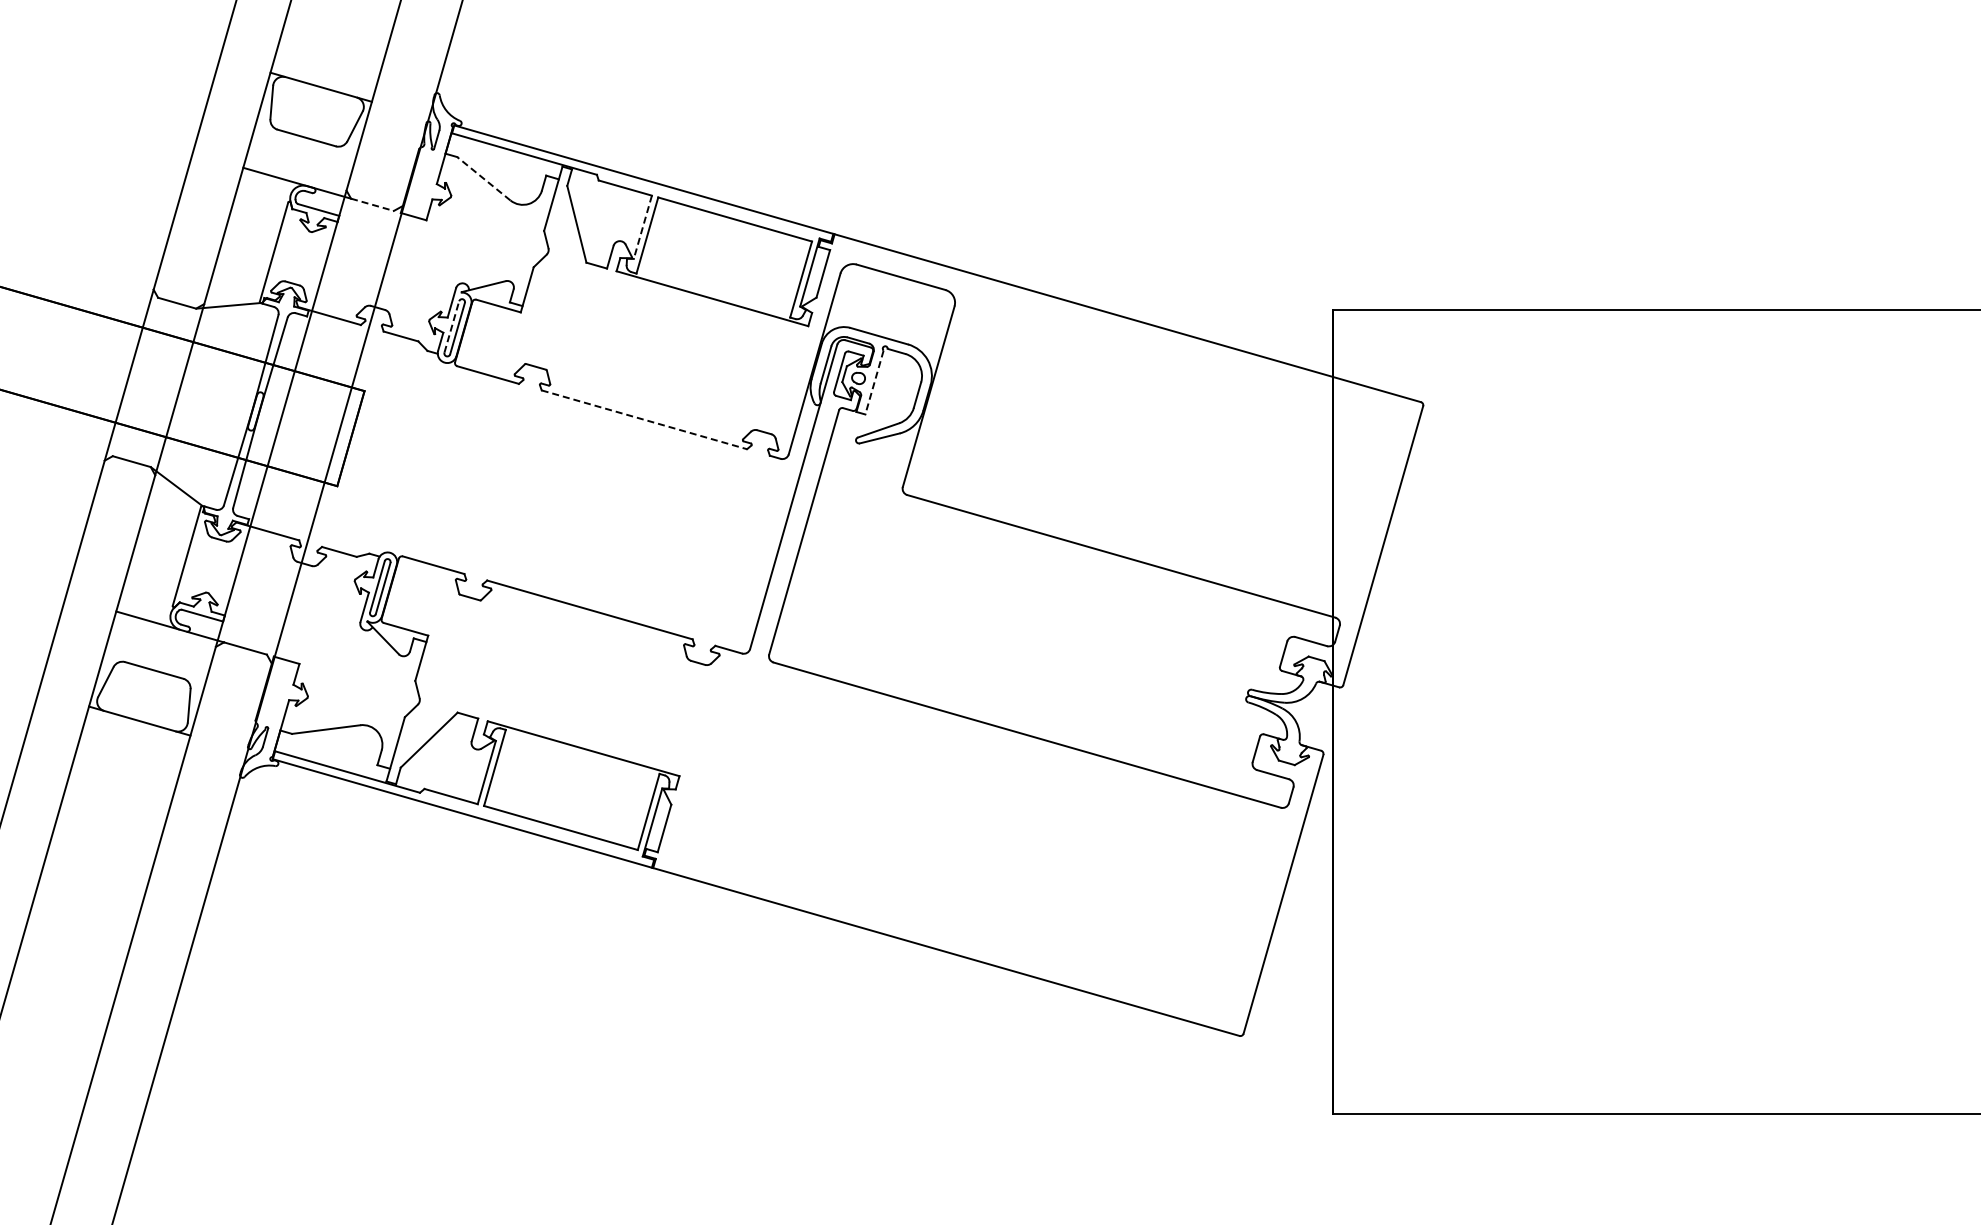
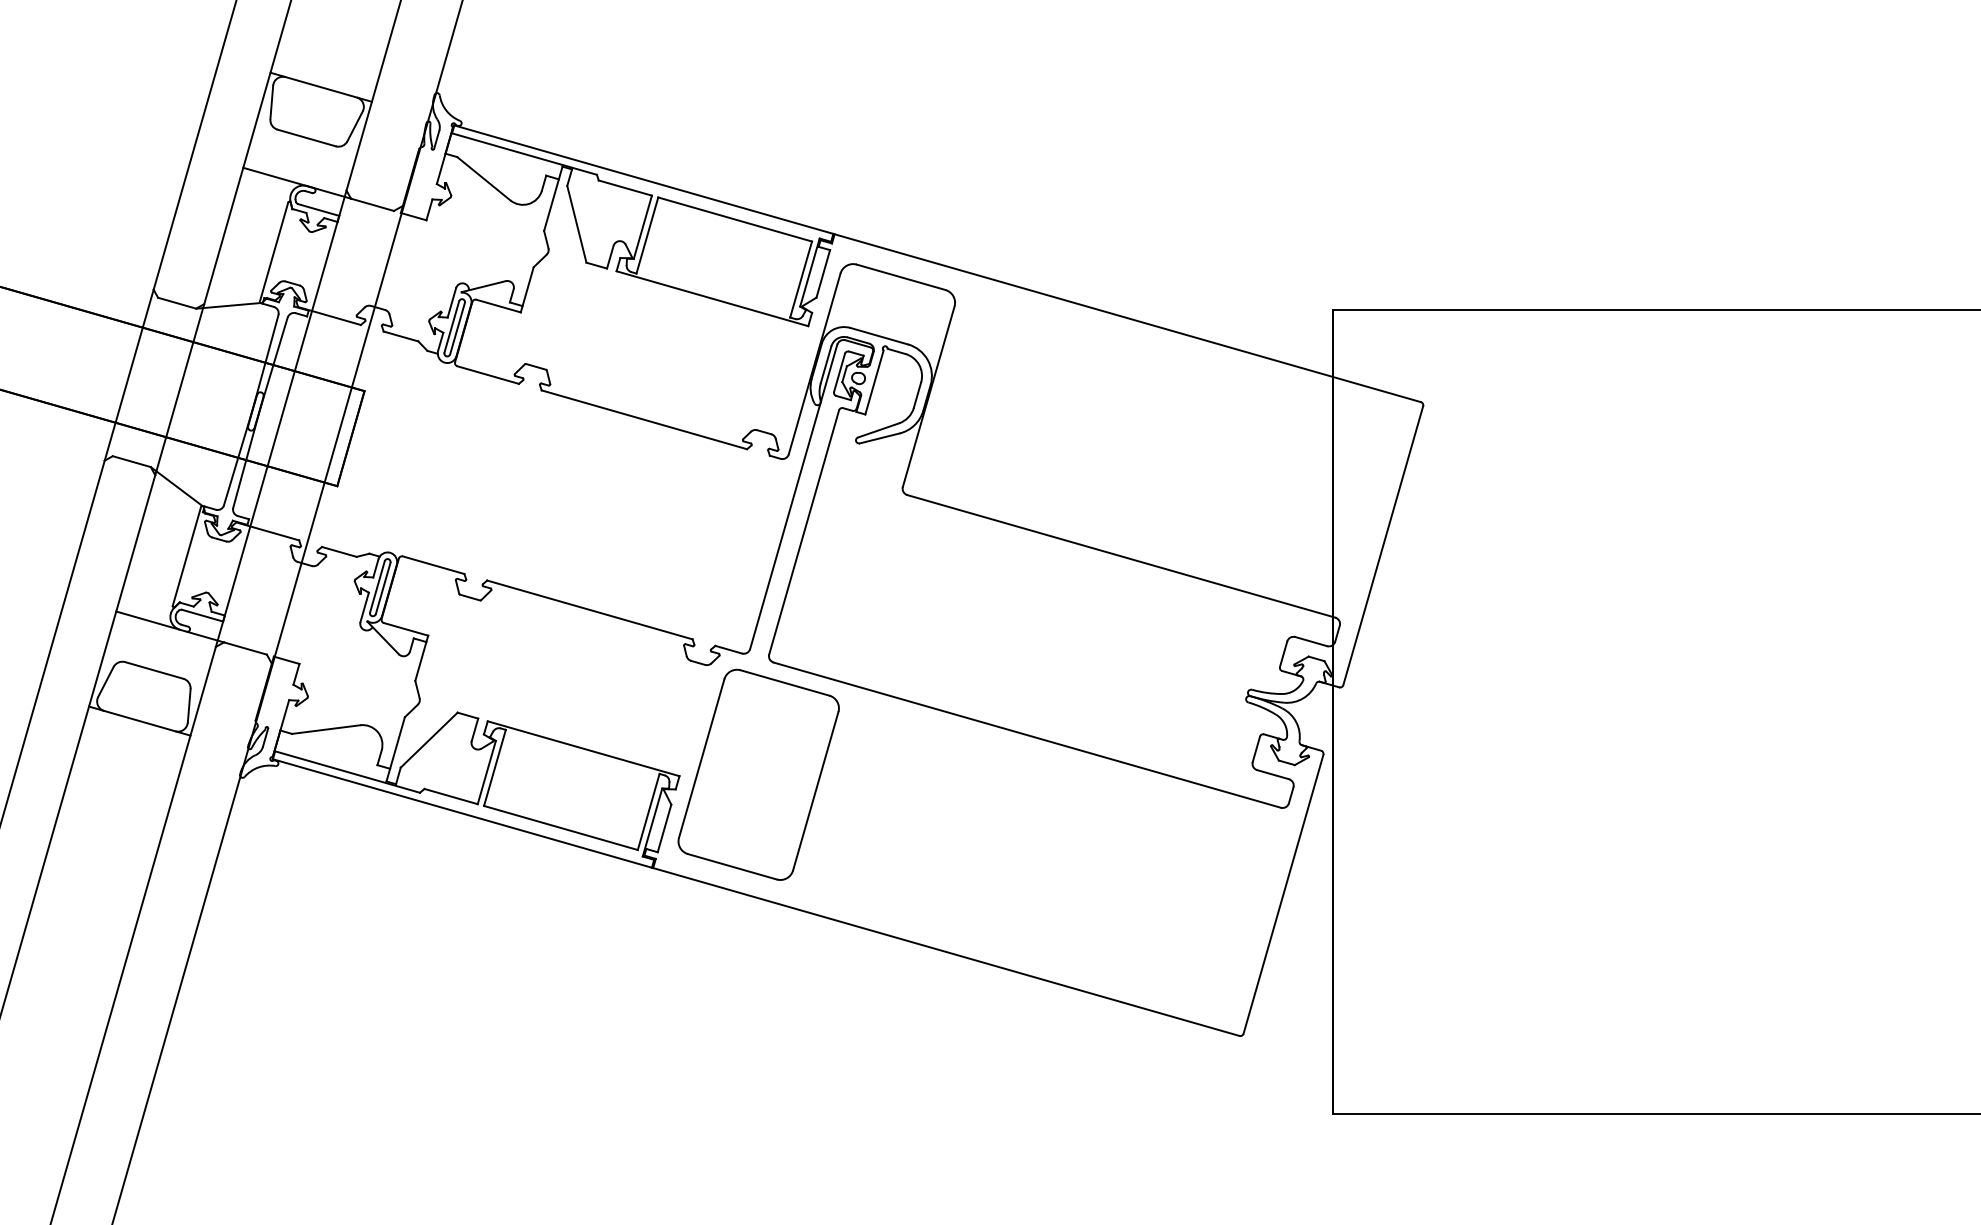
line at (483, 178): dashed -> solid
line at (372, 204): dashed -> solid
line at (642, 227): dashed -> solid
line at (451, 327): dashed -> solid
line at (874, 383): dashed -> solid
line at (644, 419): dashed -> solid
part at (758, 774): none -> present
